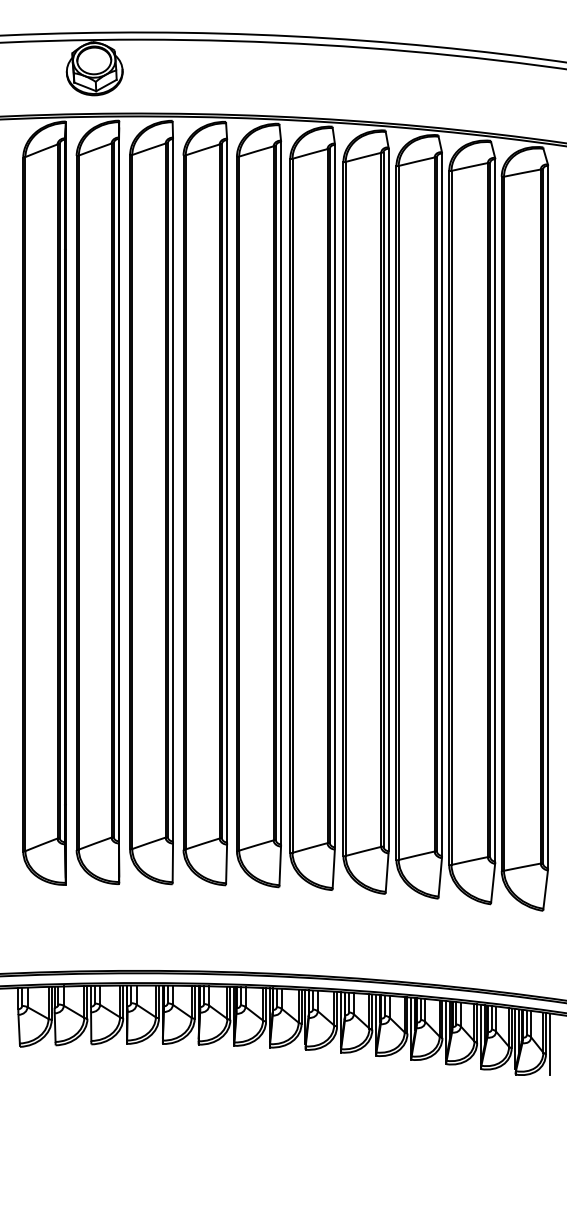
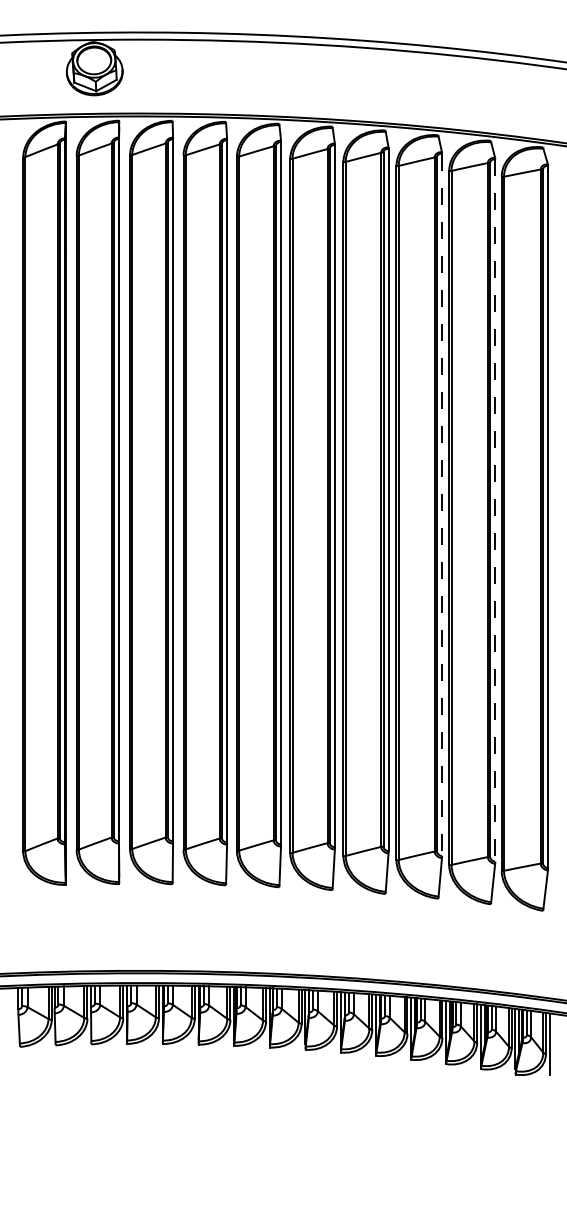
line at (442, 505): solid -> dashed
line at (495, 511): solid -> dashed
